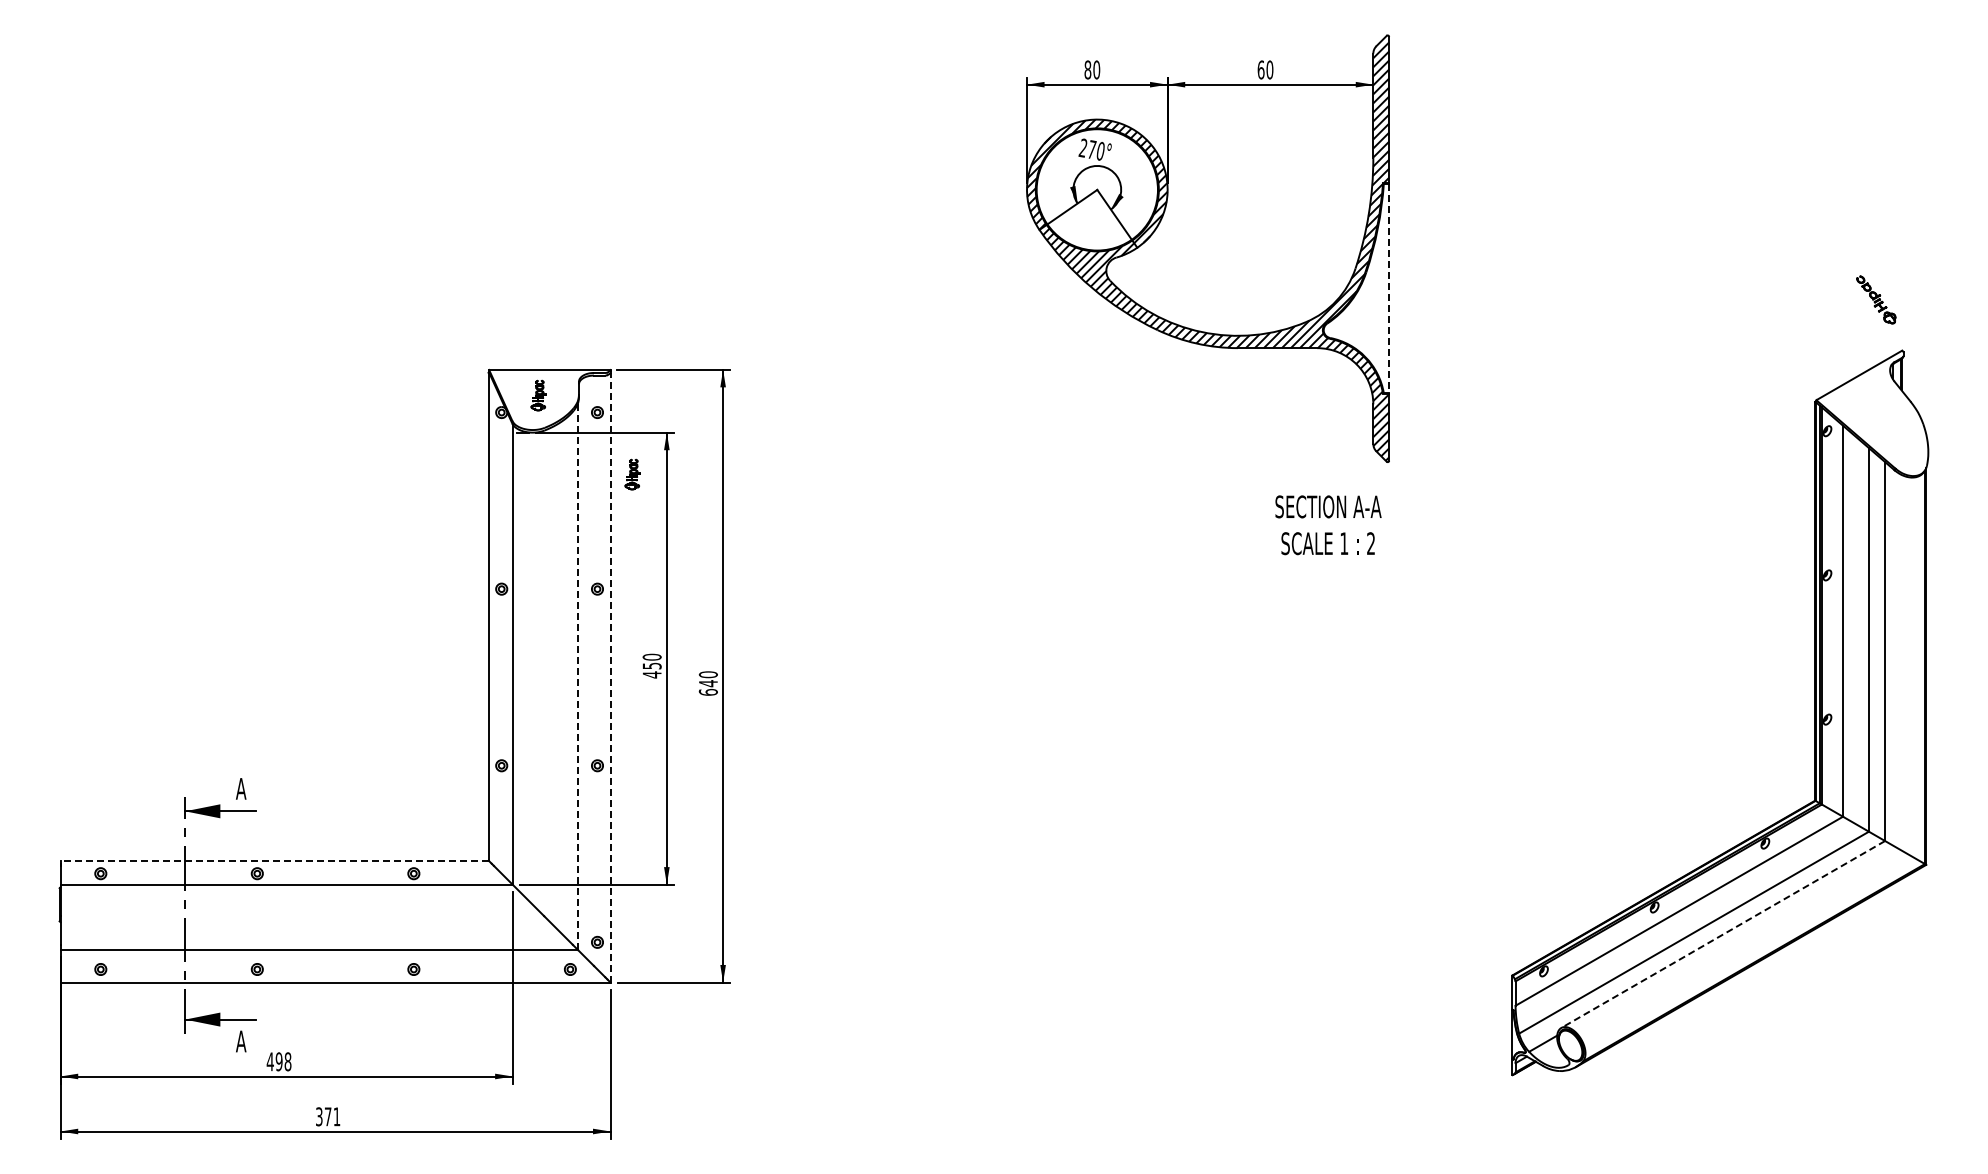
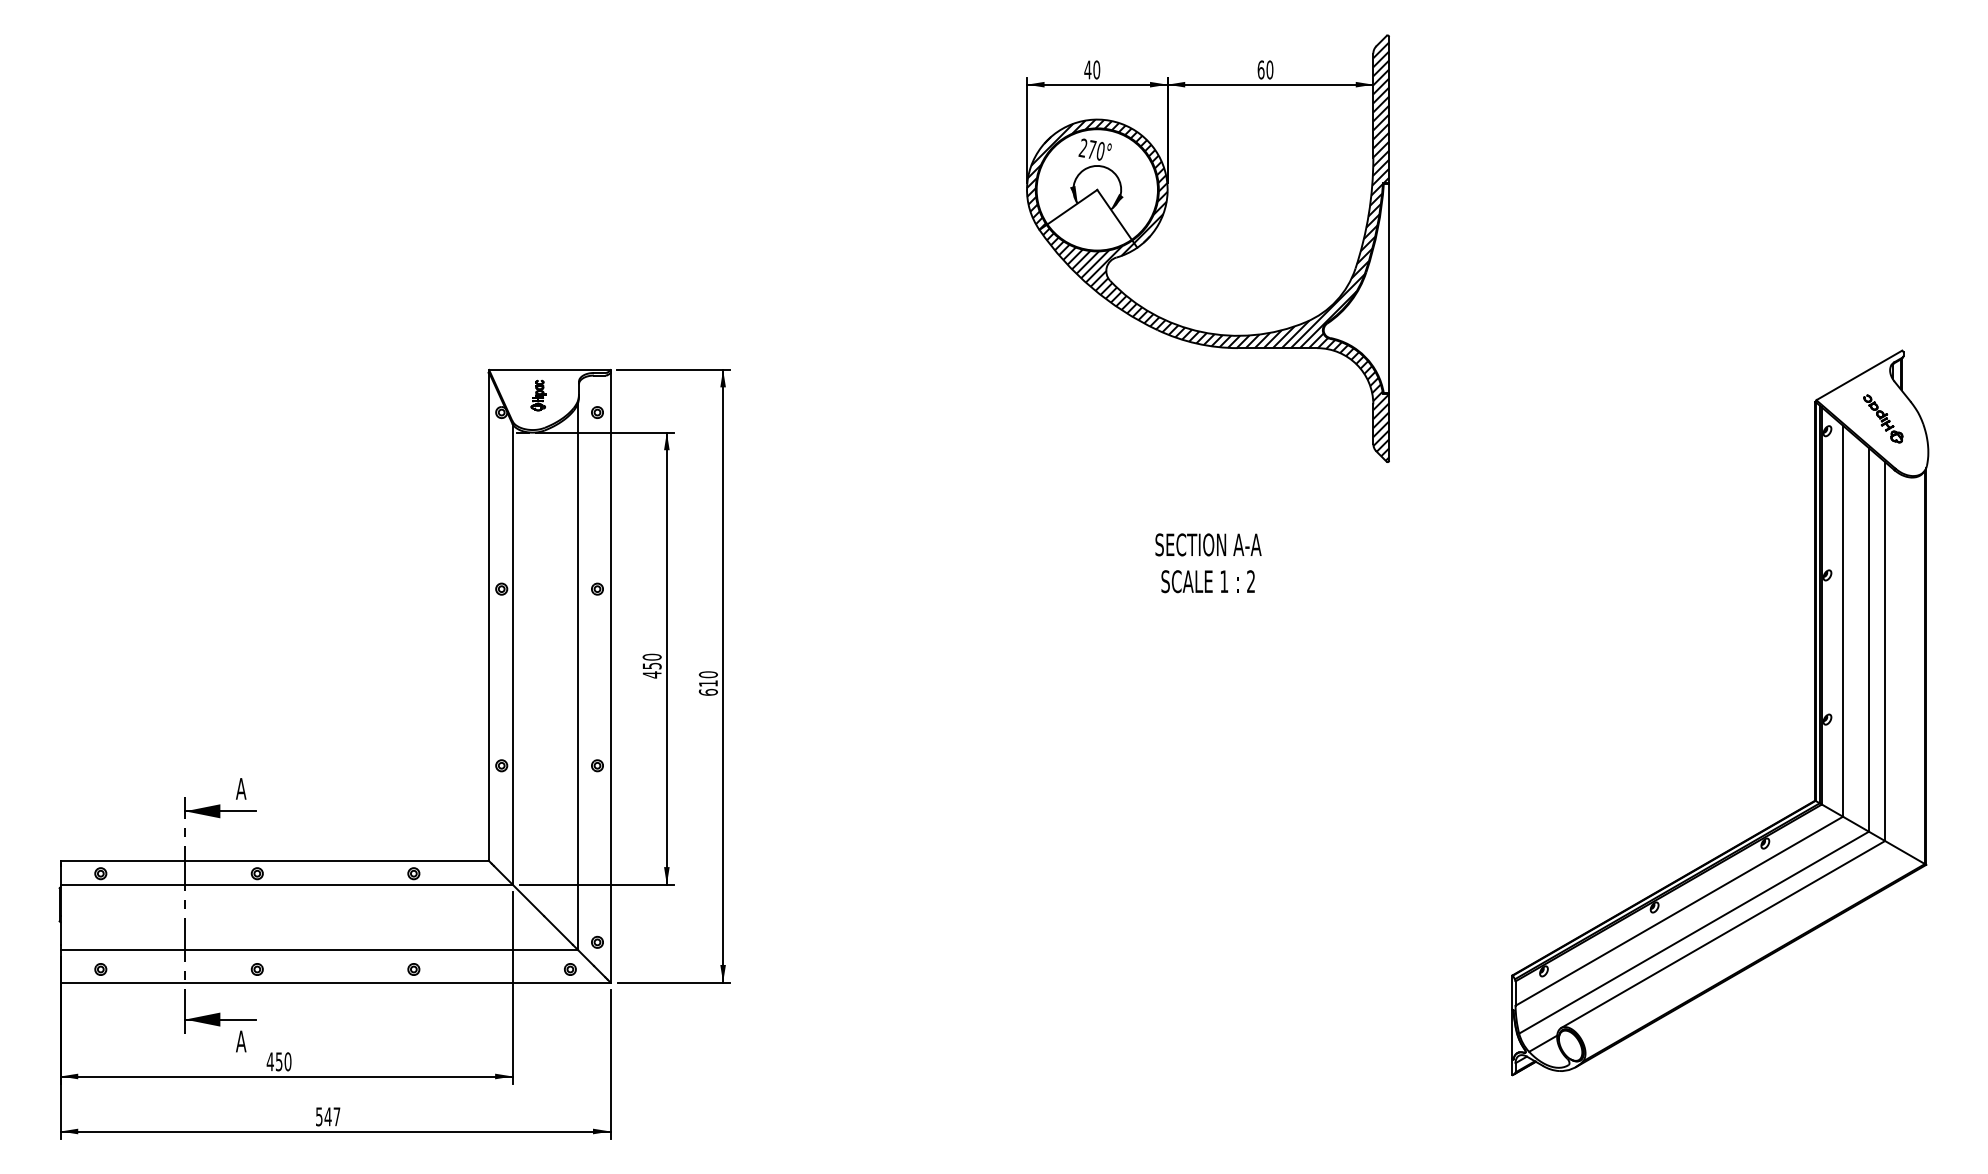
text at (1087, 69): 80 -> 40
line at (1389, 288): dashed -> solid
part at (1876, 299) position: (1876, 299) -> (1883, 418)
part at (632, 474): present -> none
text at (1328, 525) position: (1328, 525) -> (1208, 563)
line at (577, 676): dashed -> solid
line at (610, 677): dashed -> solid
text at (708, 683): 640 -> 610
line at (274, 860): dashed -> solid
line at (1723, 934): dashed -> solid
text at (283, 1061): 498 -> 450
text at (328, 1116): 371 -> 547
